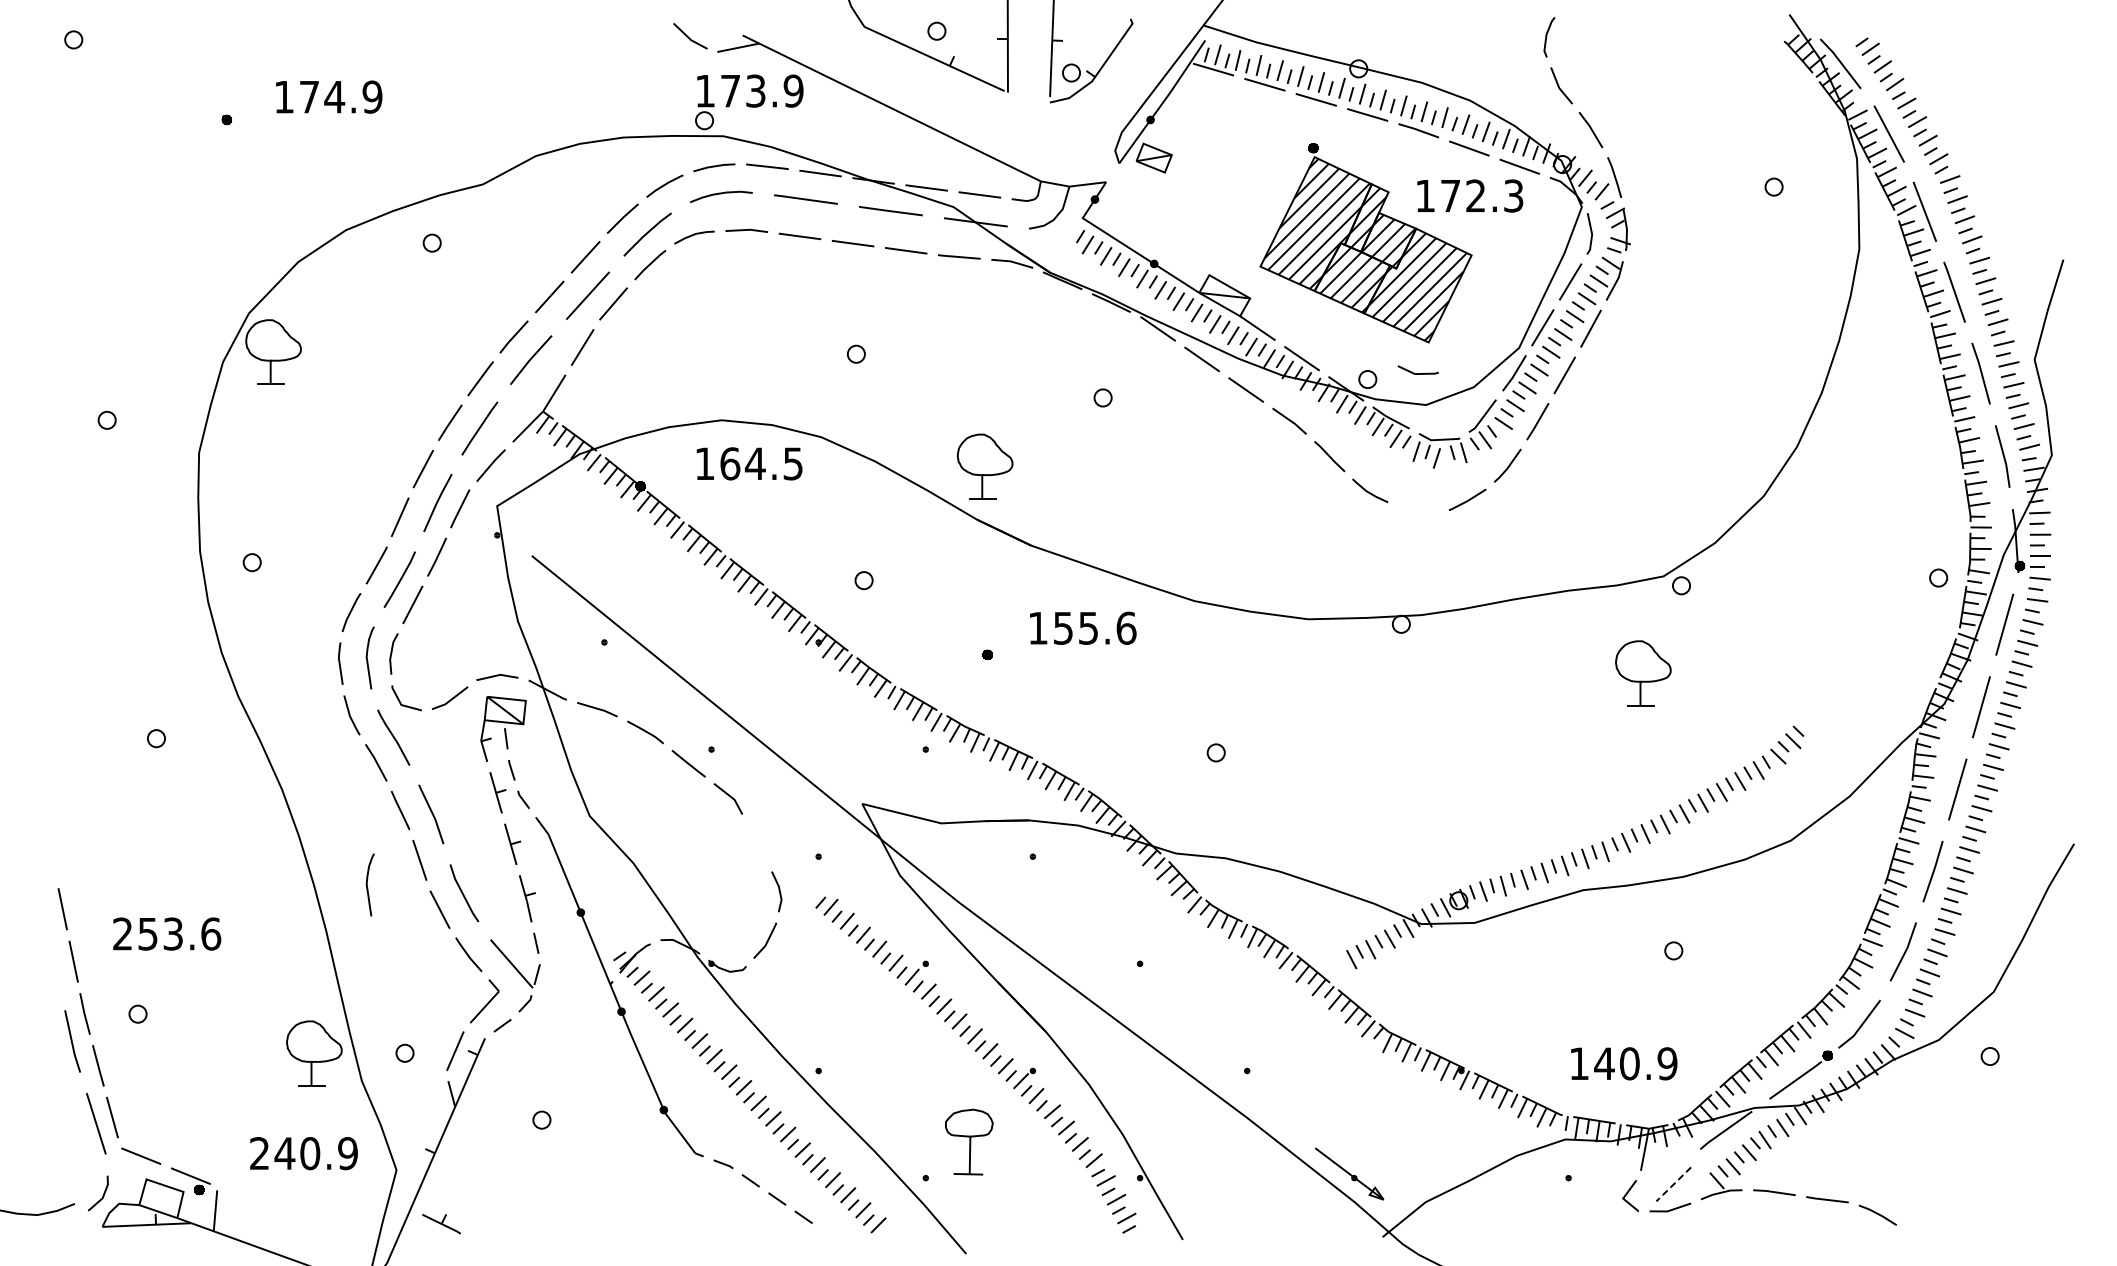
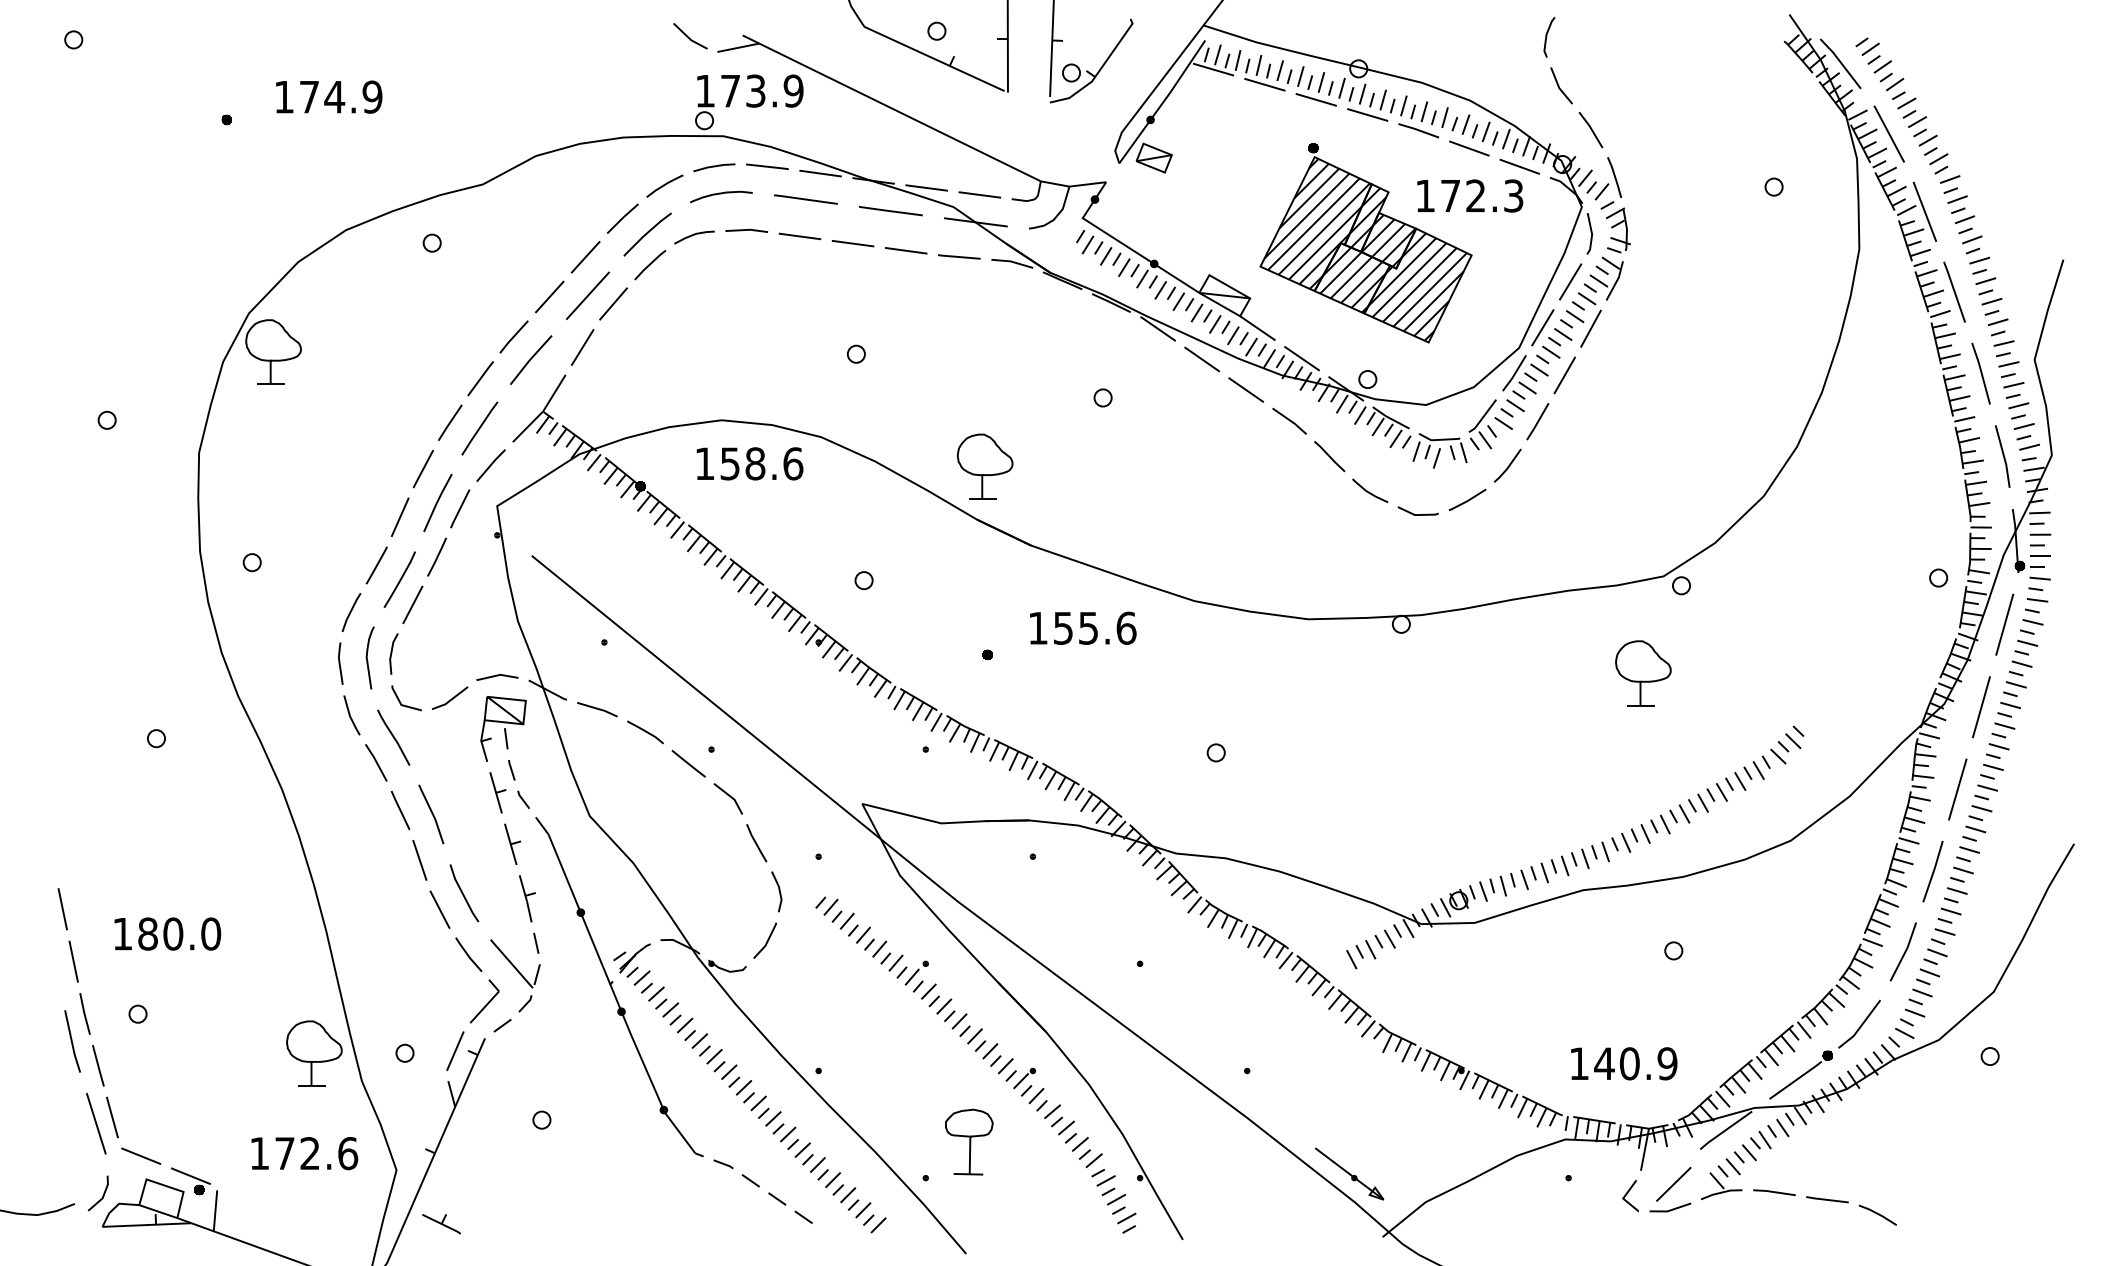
line at (1417, 373) position: (1417, 373) -> (1417, 514)
text at (761, 463): 164.5 -> 158.6
line at (756, 843): none -> present
curve at (367, 884): present -> none
text at (167, 933): 253.6 -> 180.0
text at (304, 1153): 240.9 -> 172.6
line at (1674, 1184): dashed -> solid
